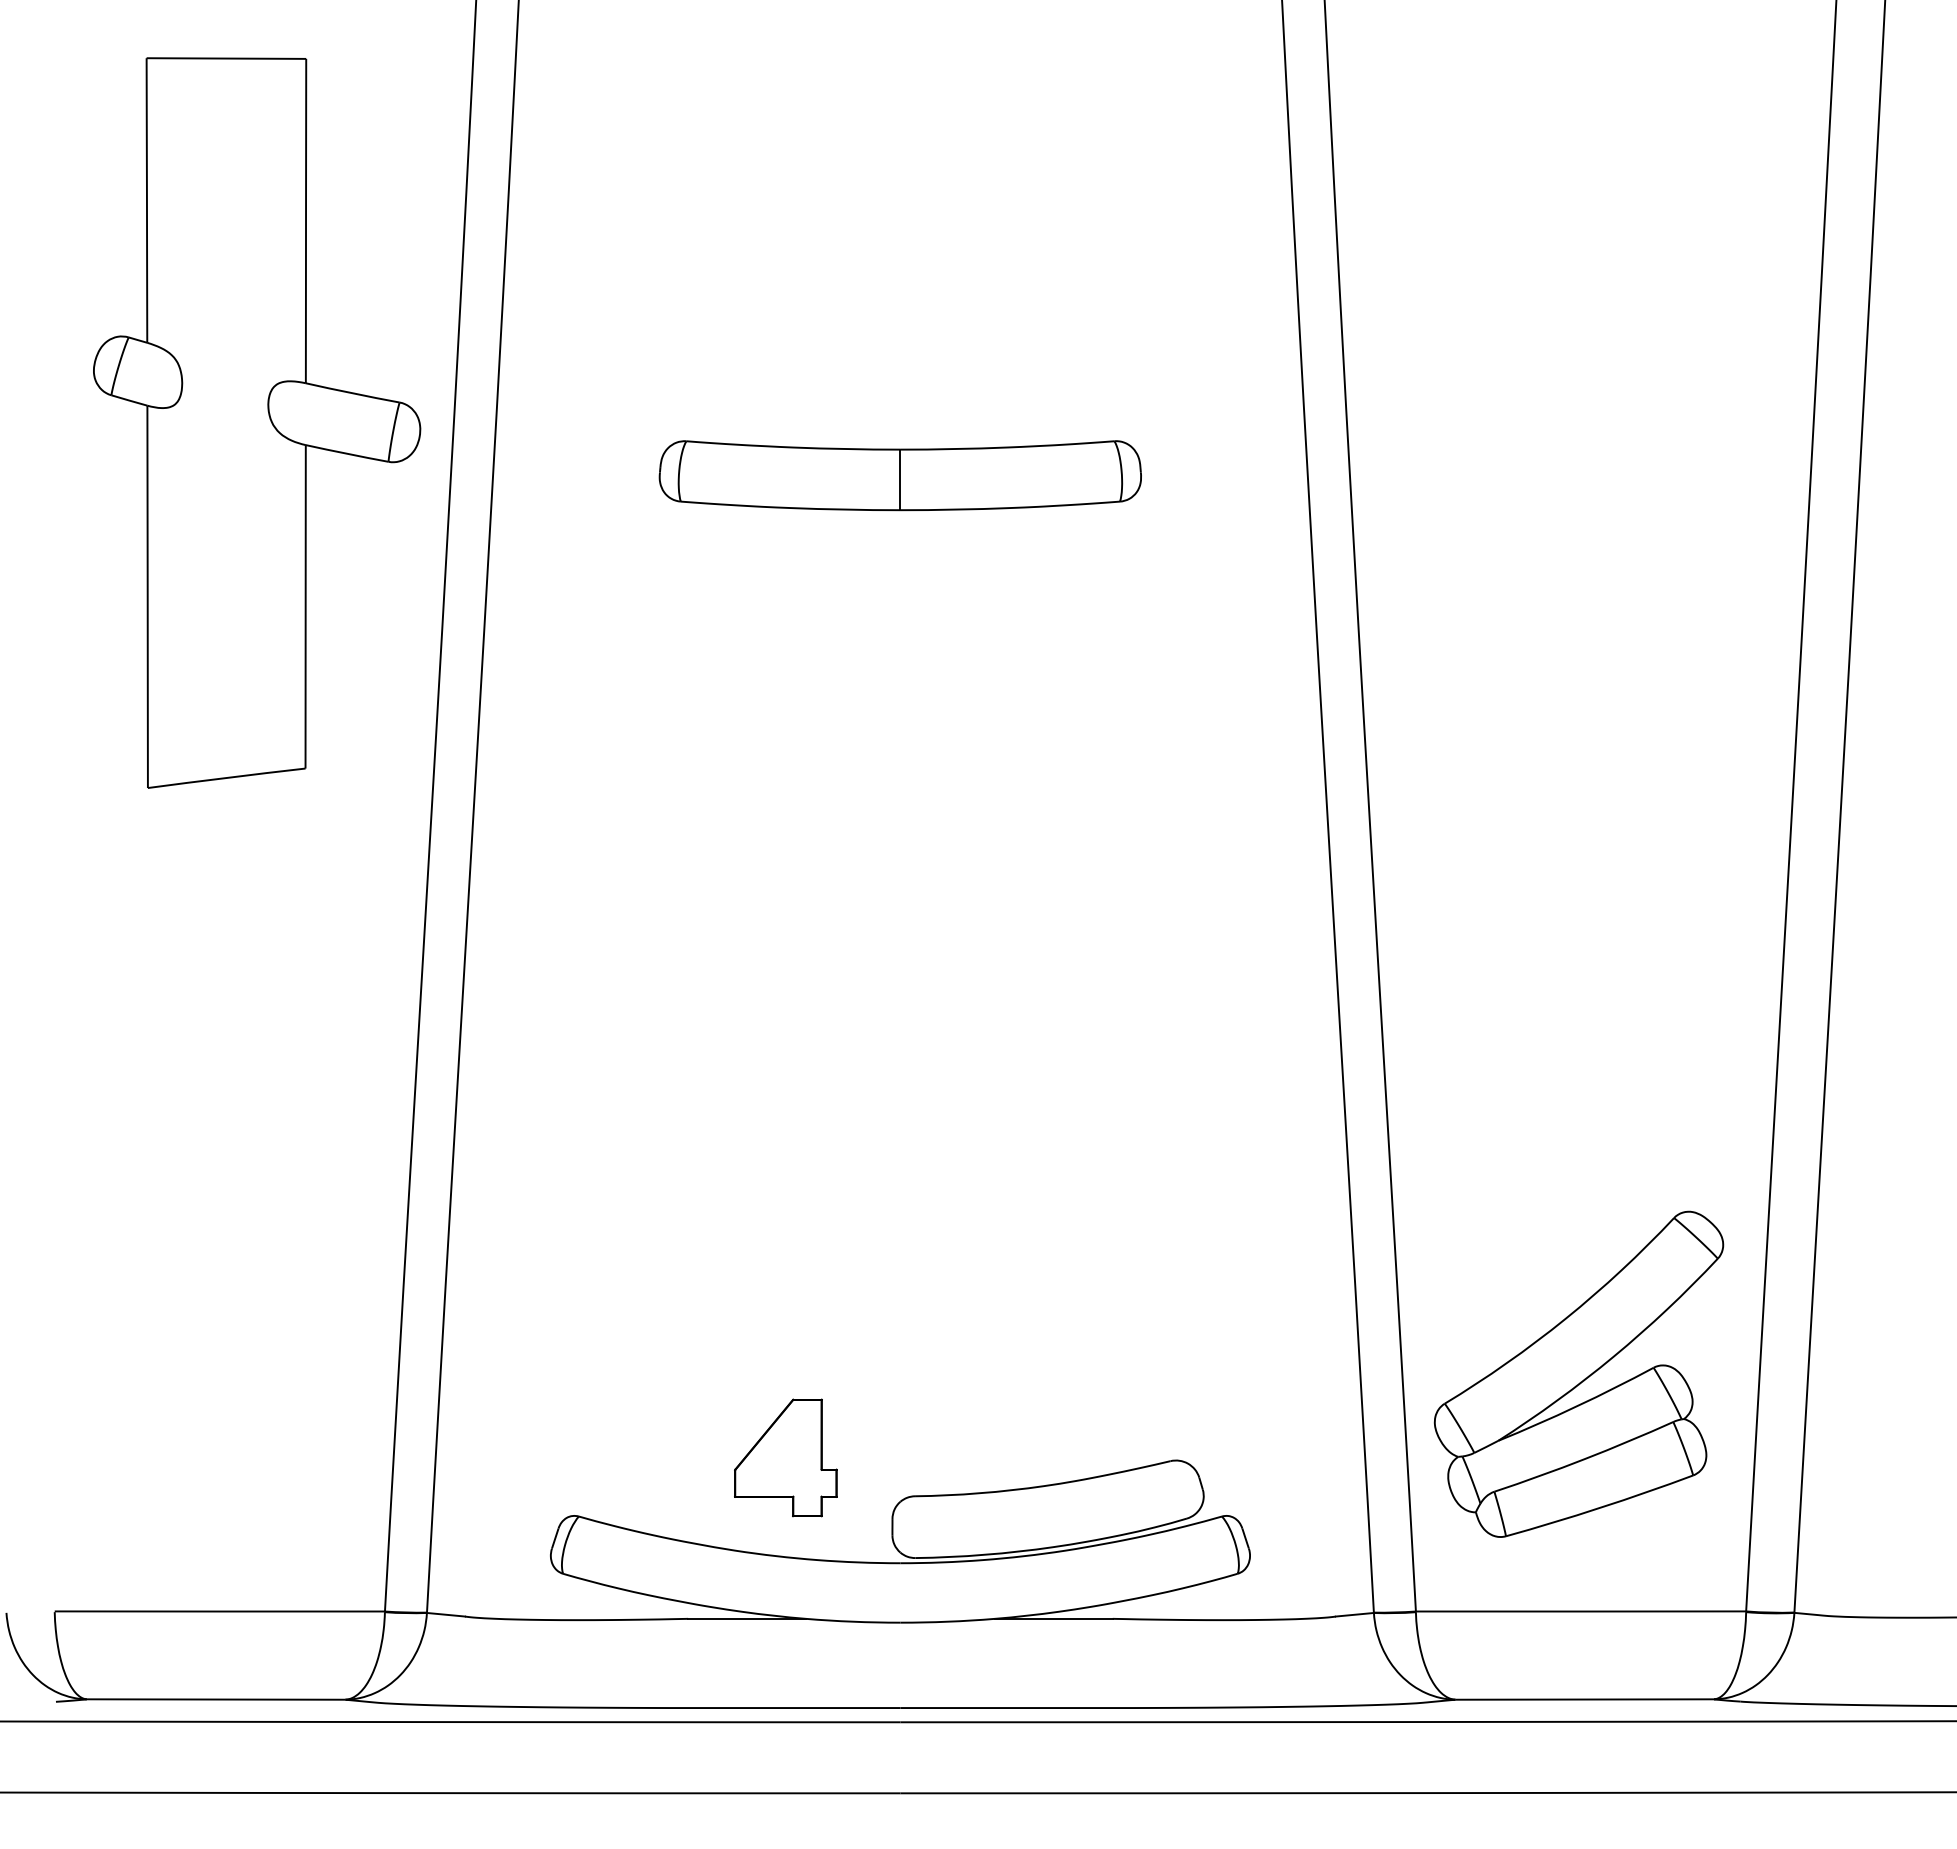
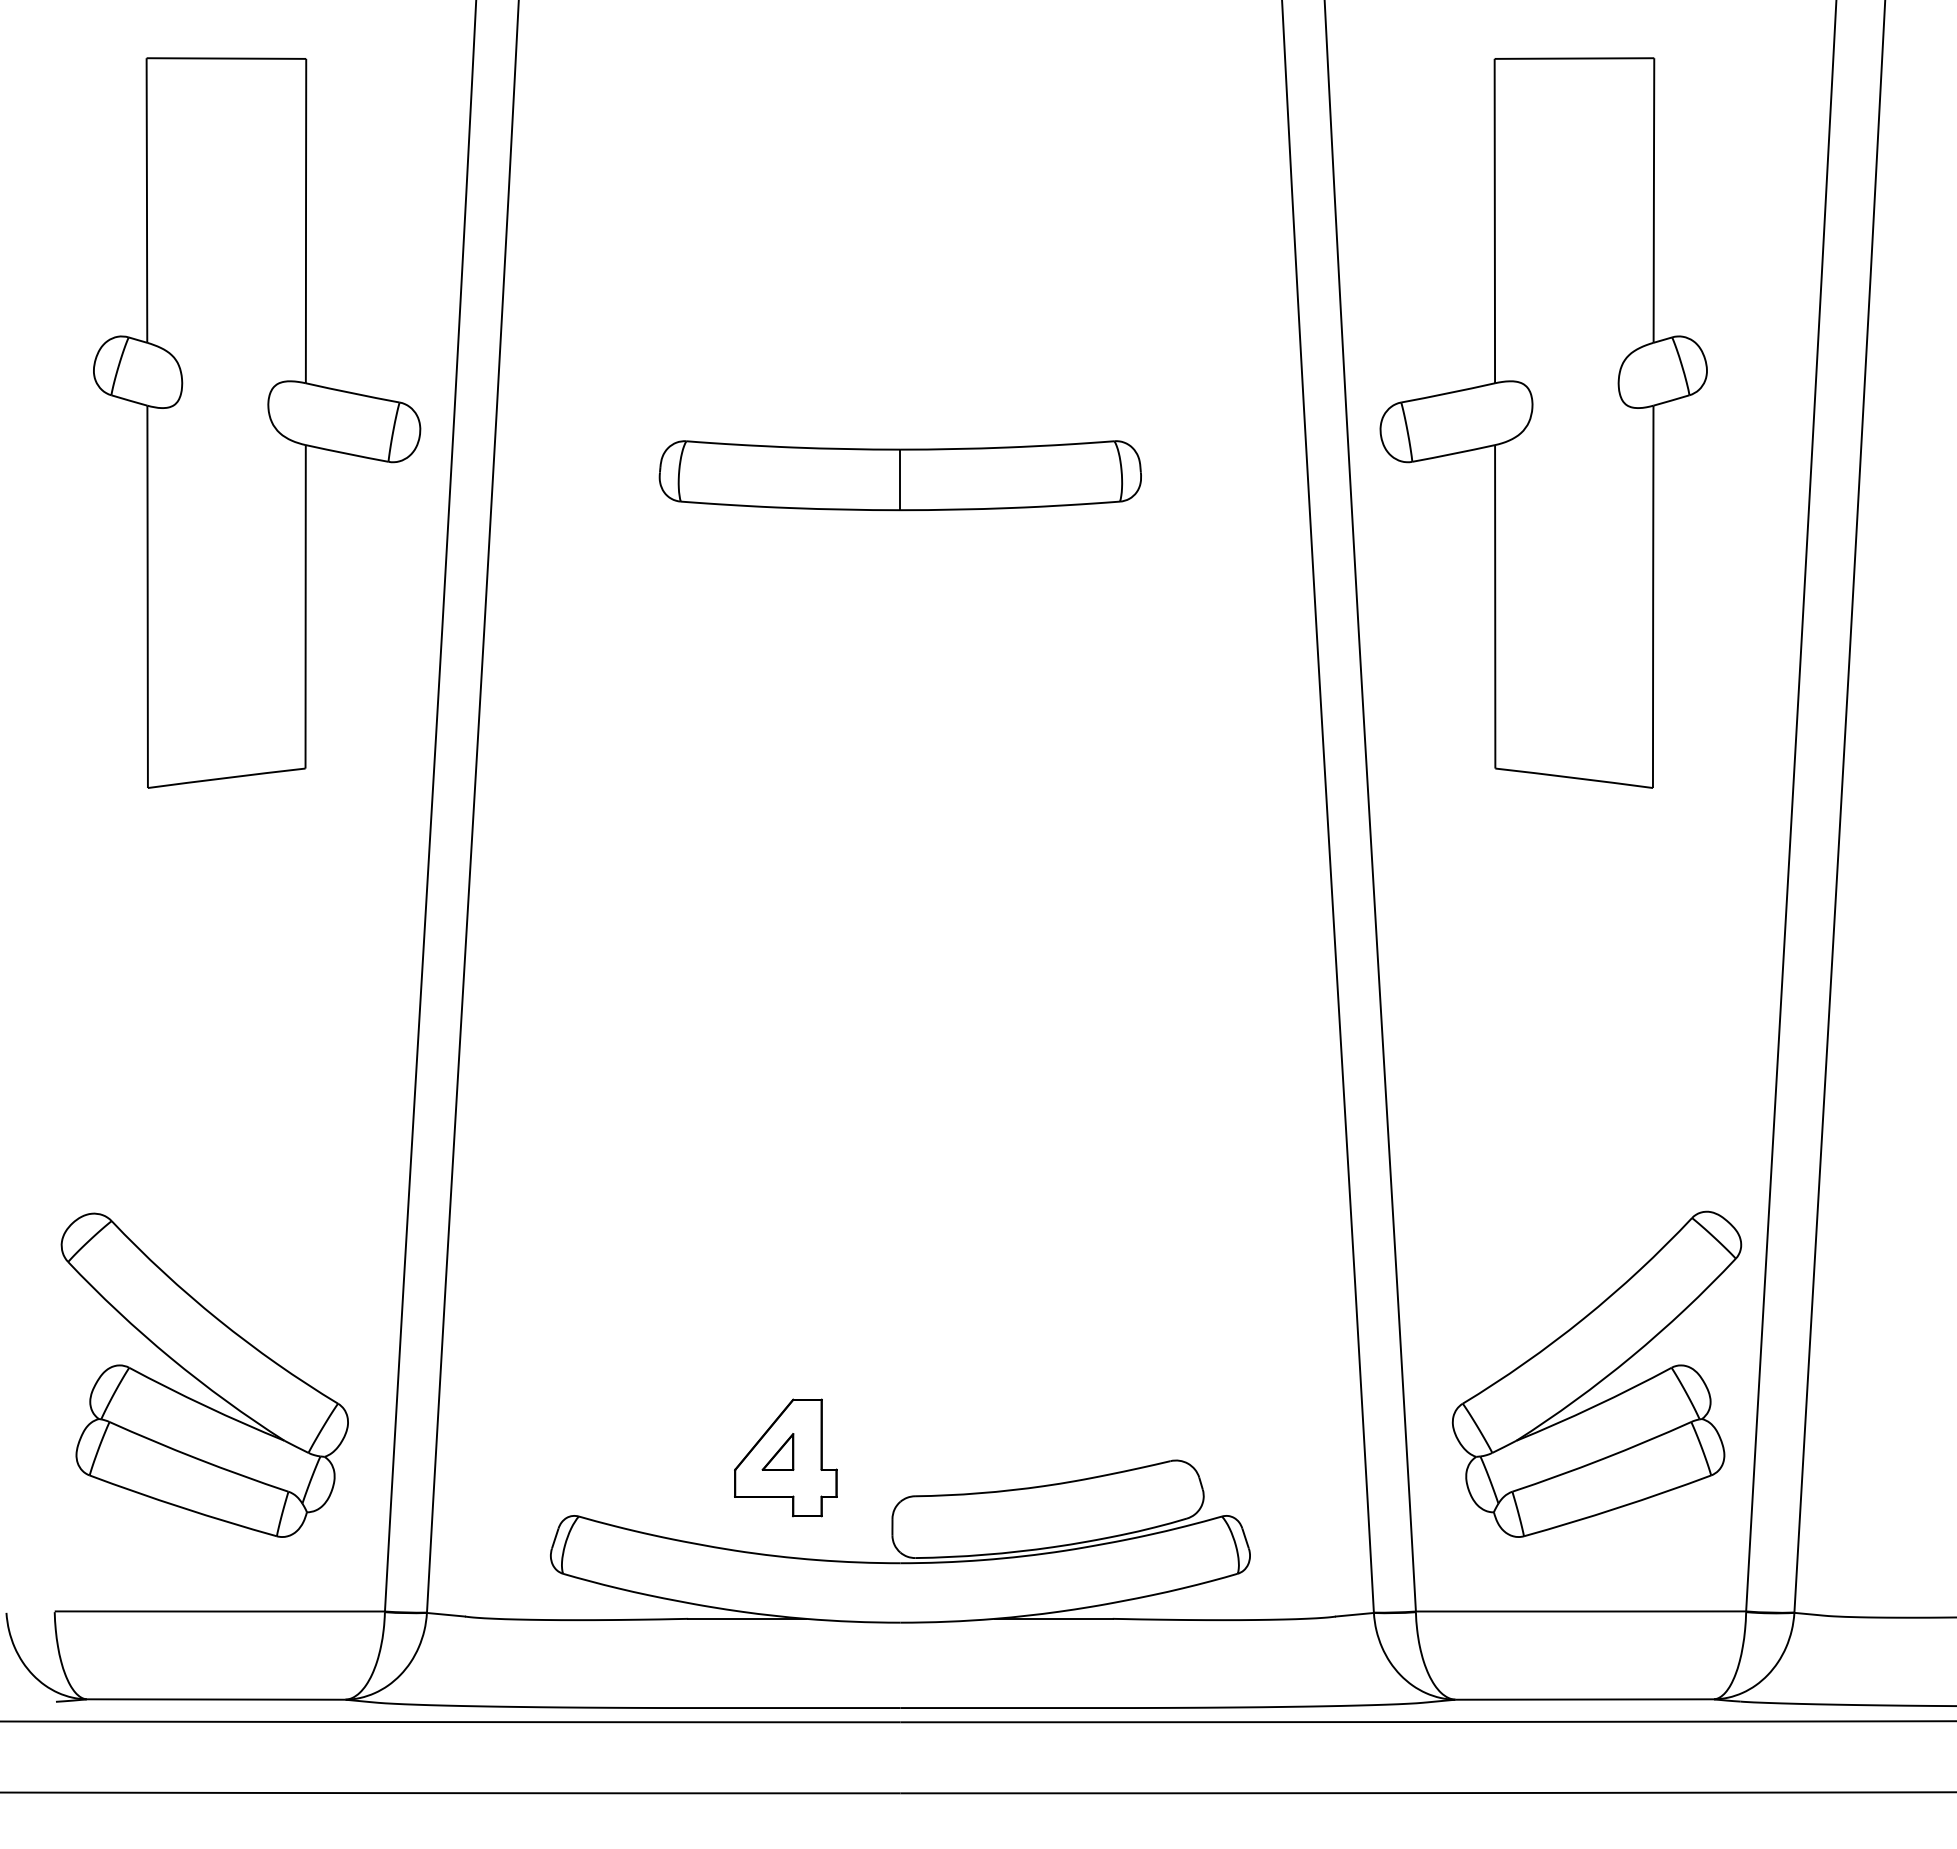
part at (1543, 422): none -> present
part at (1578, 1373) position: (1578, 1373) -> (1596, 1373)
part at (204, 1374): none -> present
part at (777, 1451): none -> present
